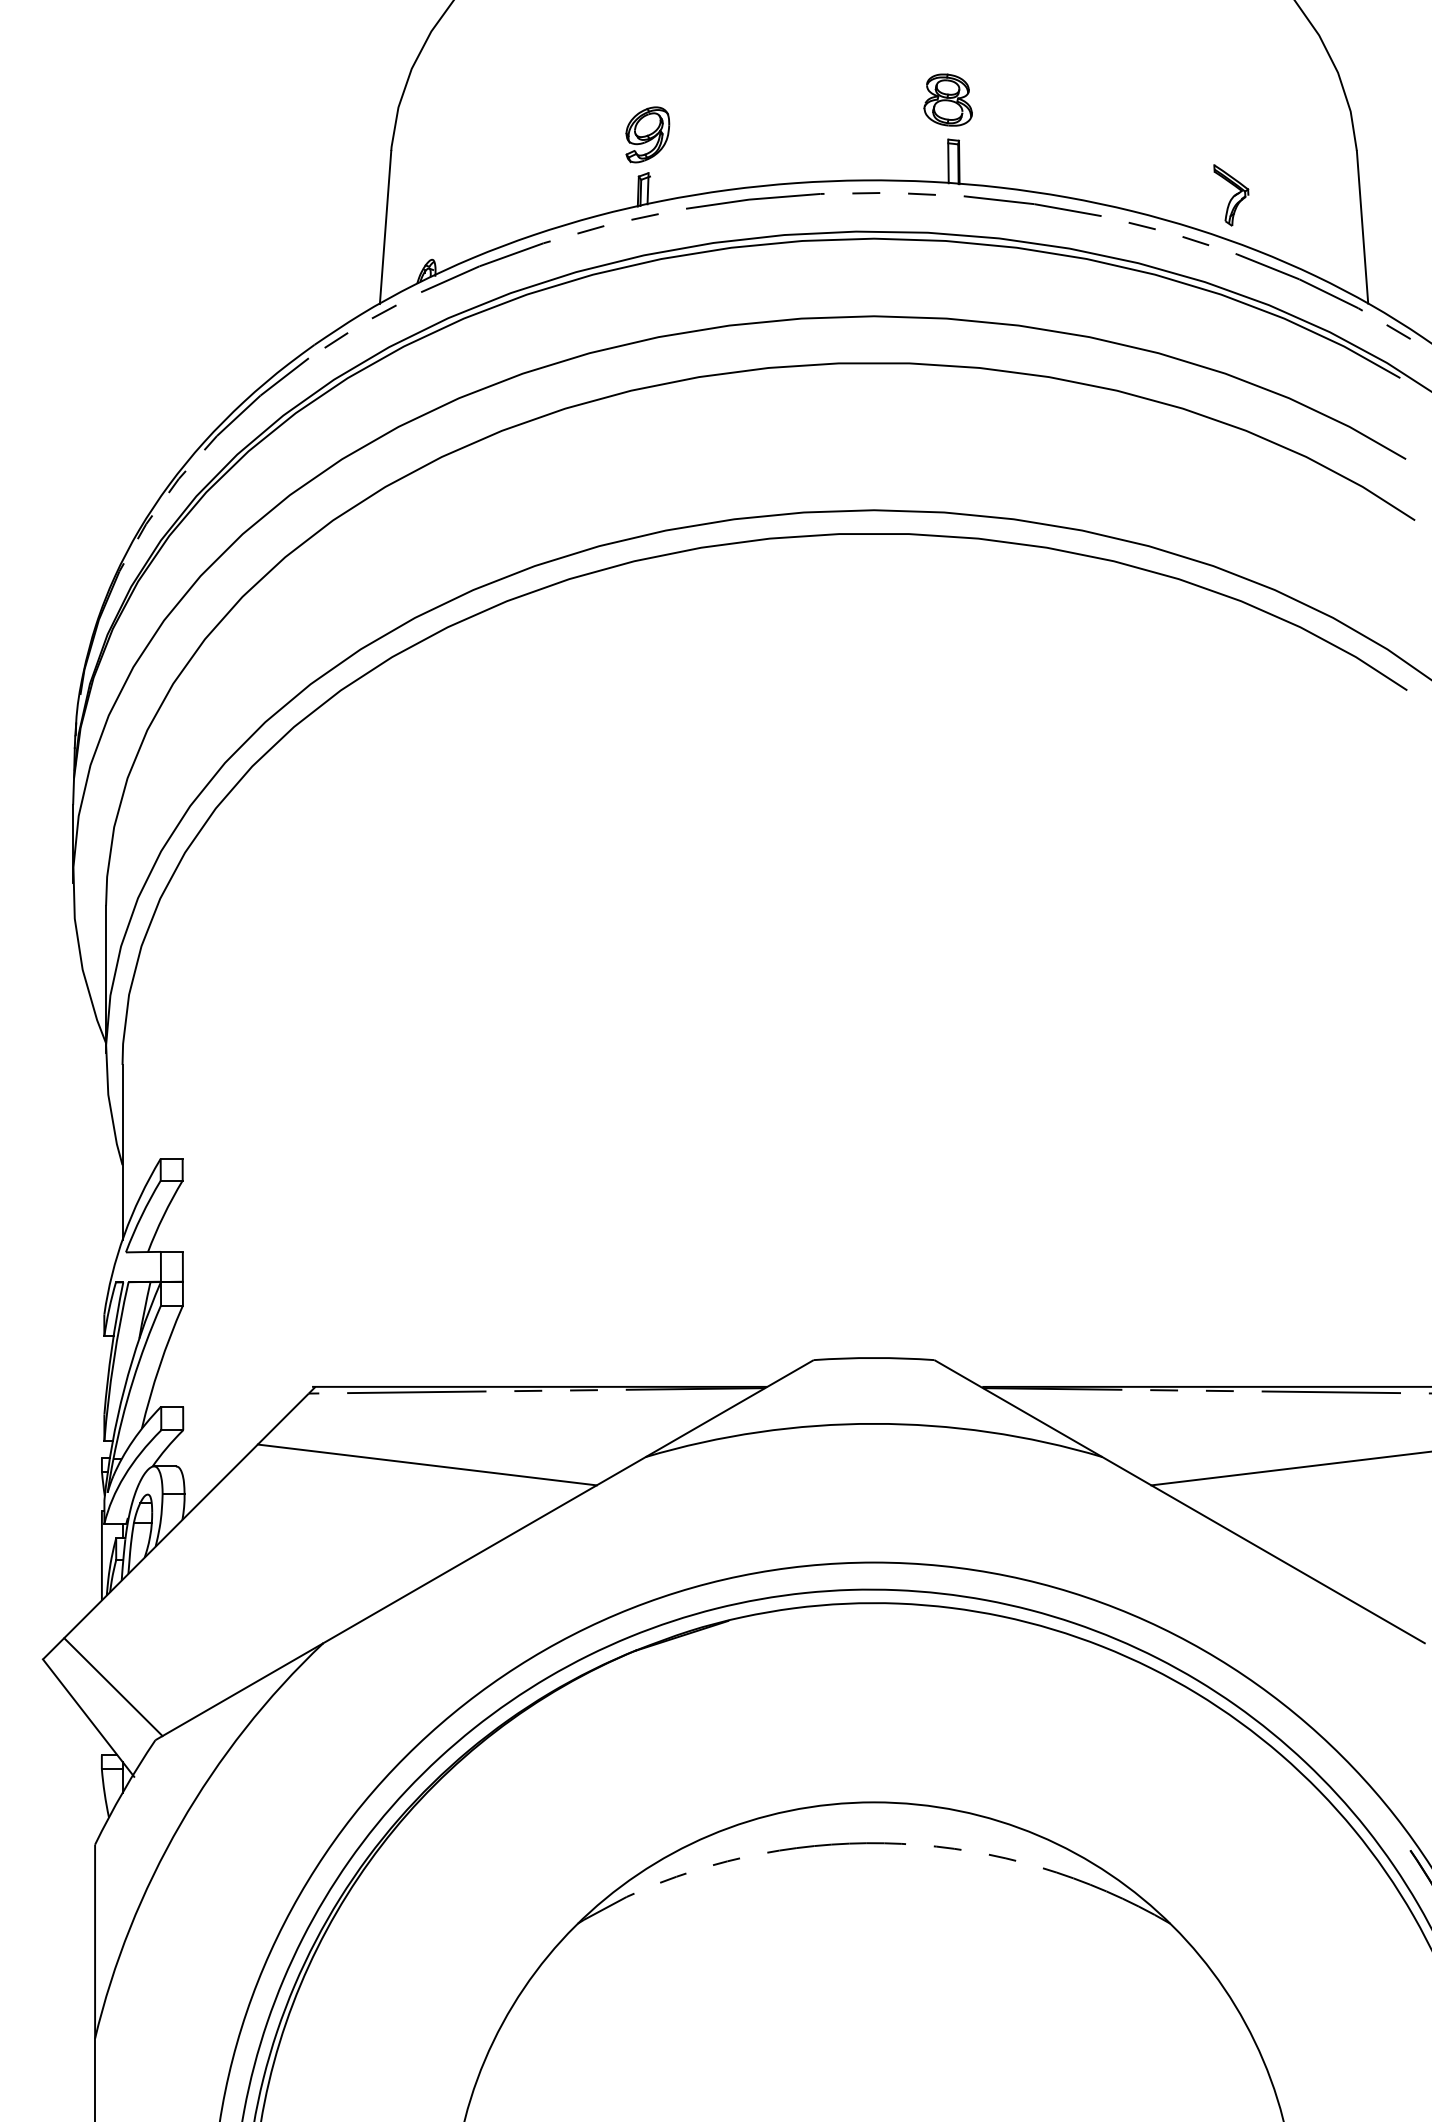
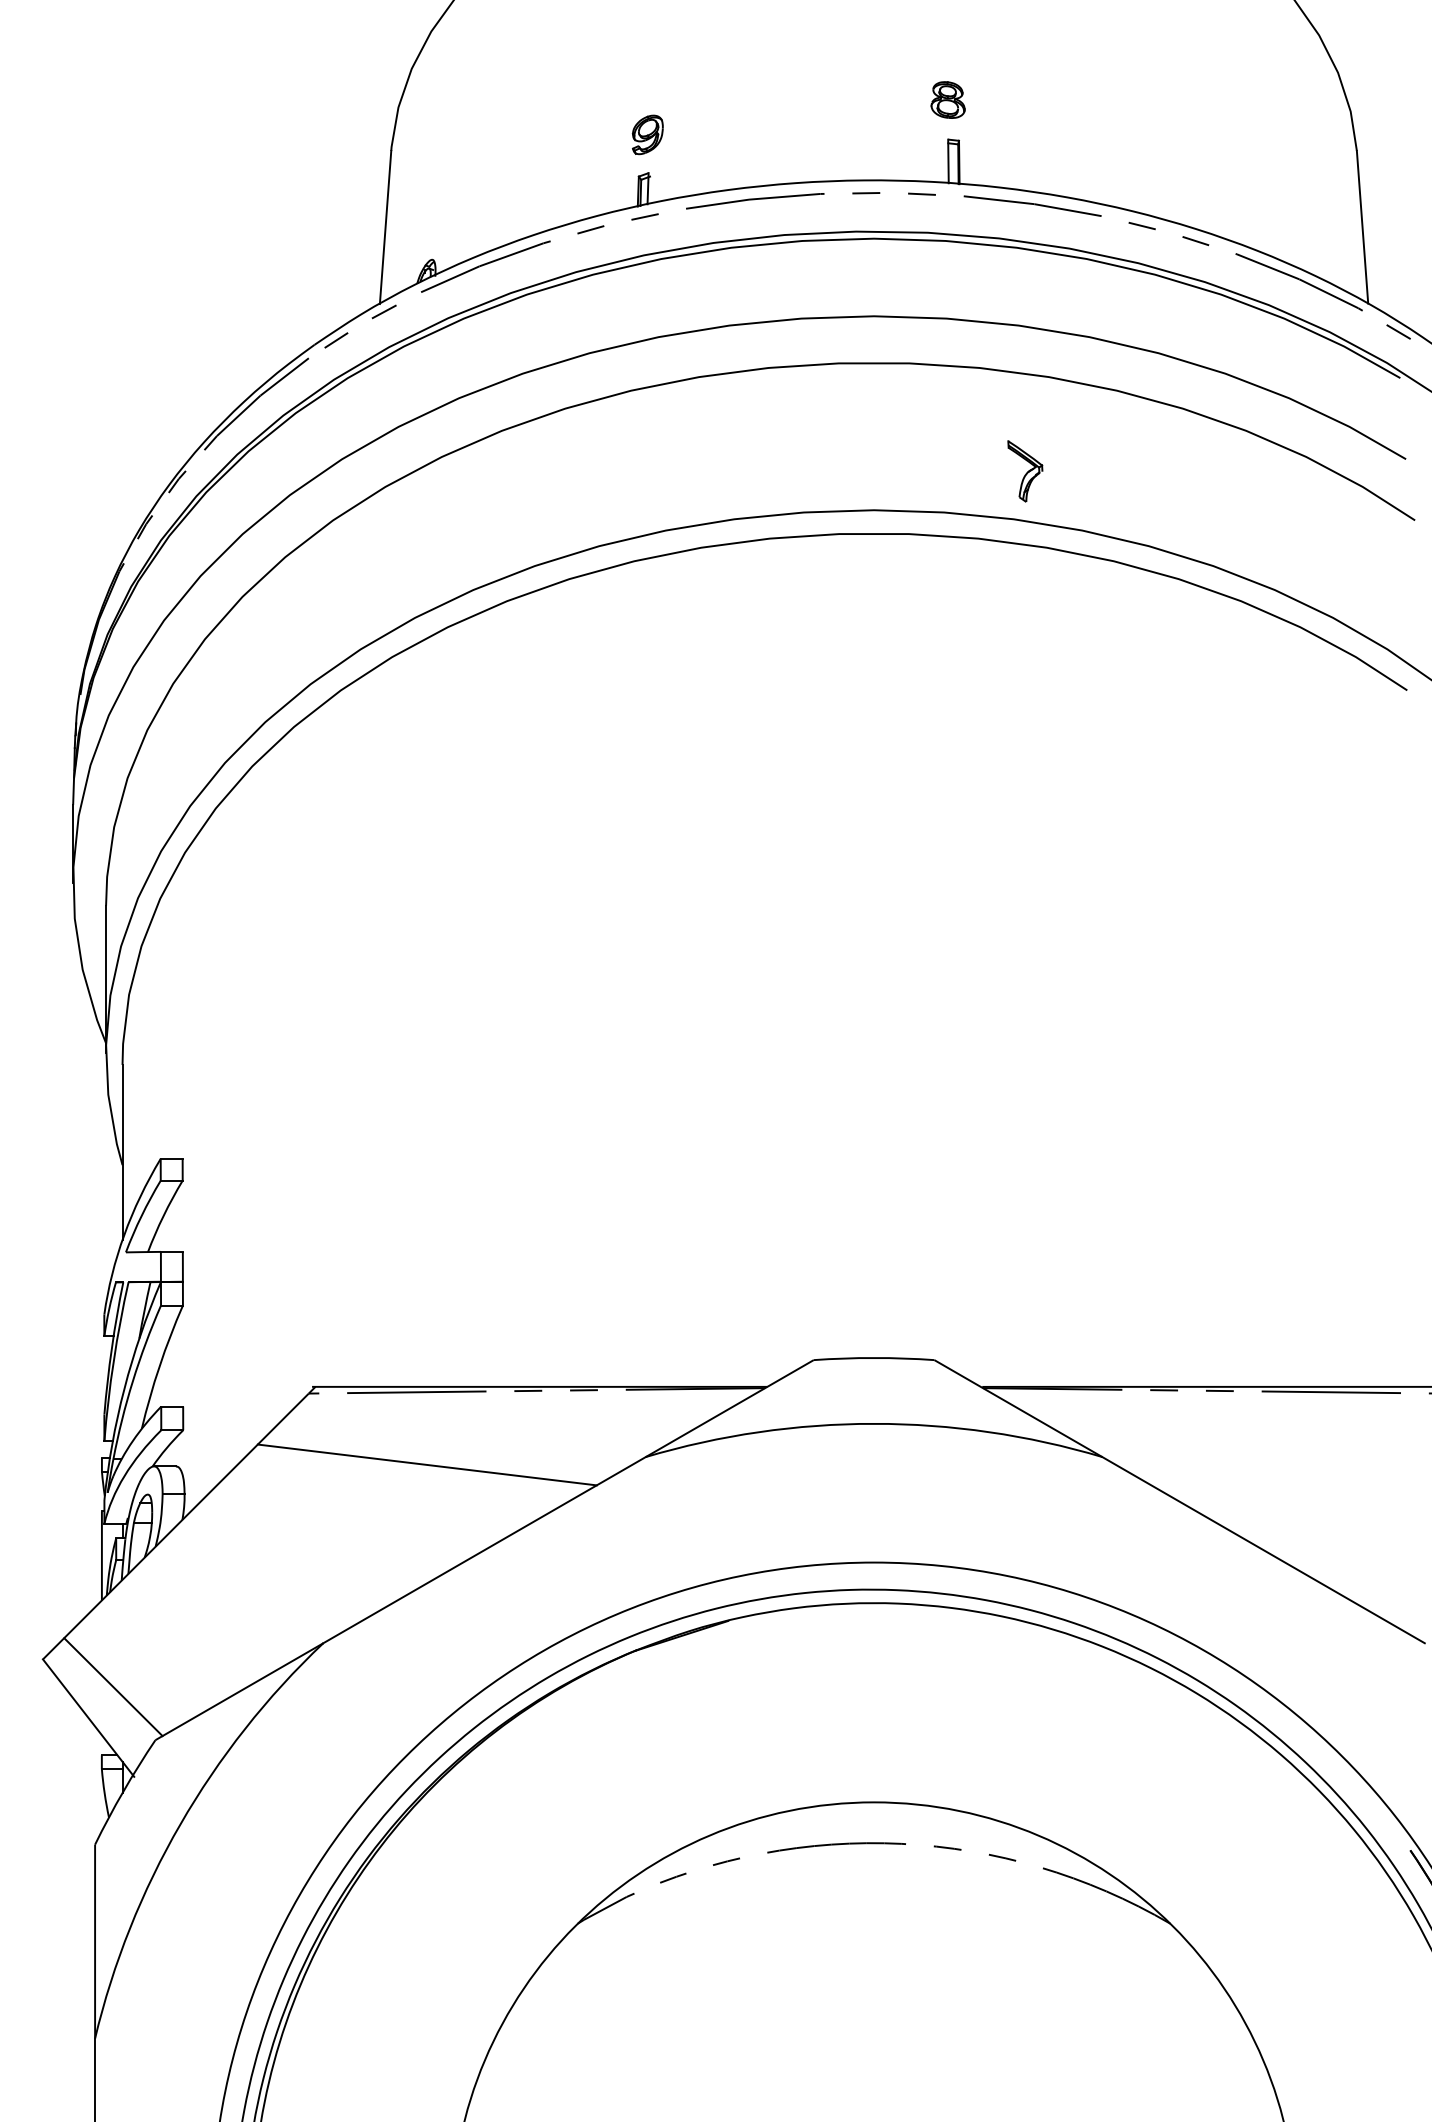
part at (947, 99) size: 50x54 px -> 36x38 px
part at (647, 134) size: 46x58 px -> 33x42 px
part at (1231, 195) position: (1231, 195) -> (1025, 471)
line at (1289, 1468): present -> none
